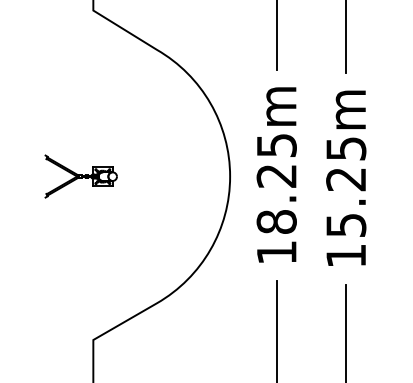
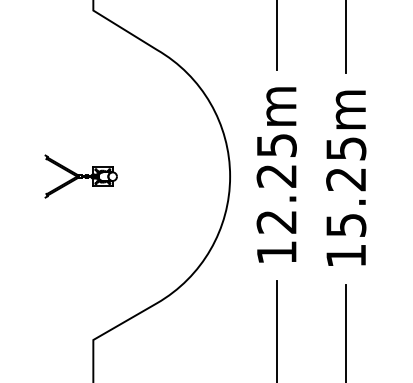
text at (276, 221): 18.25m -> 12.25m
